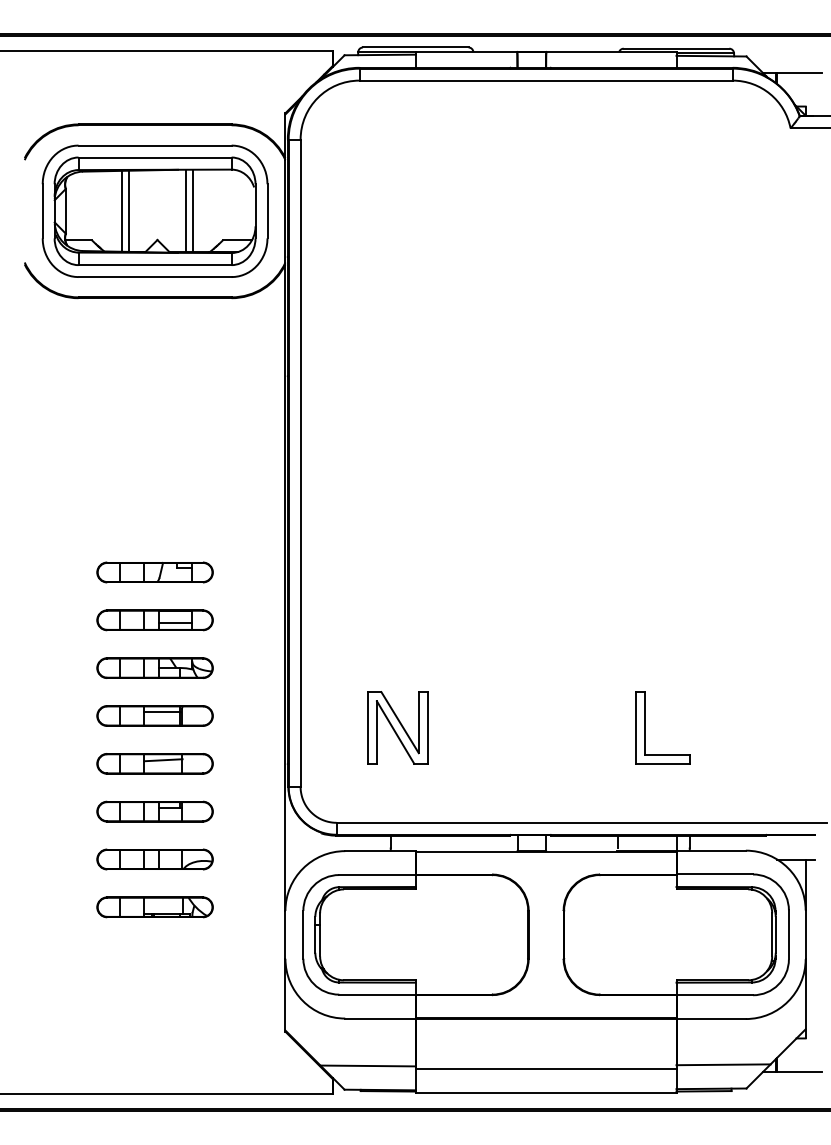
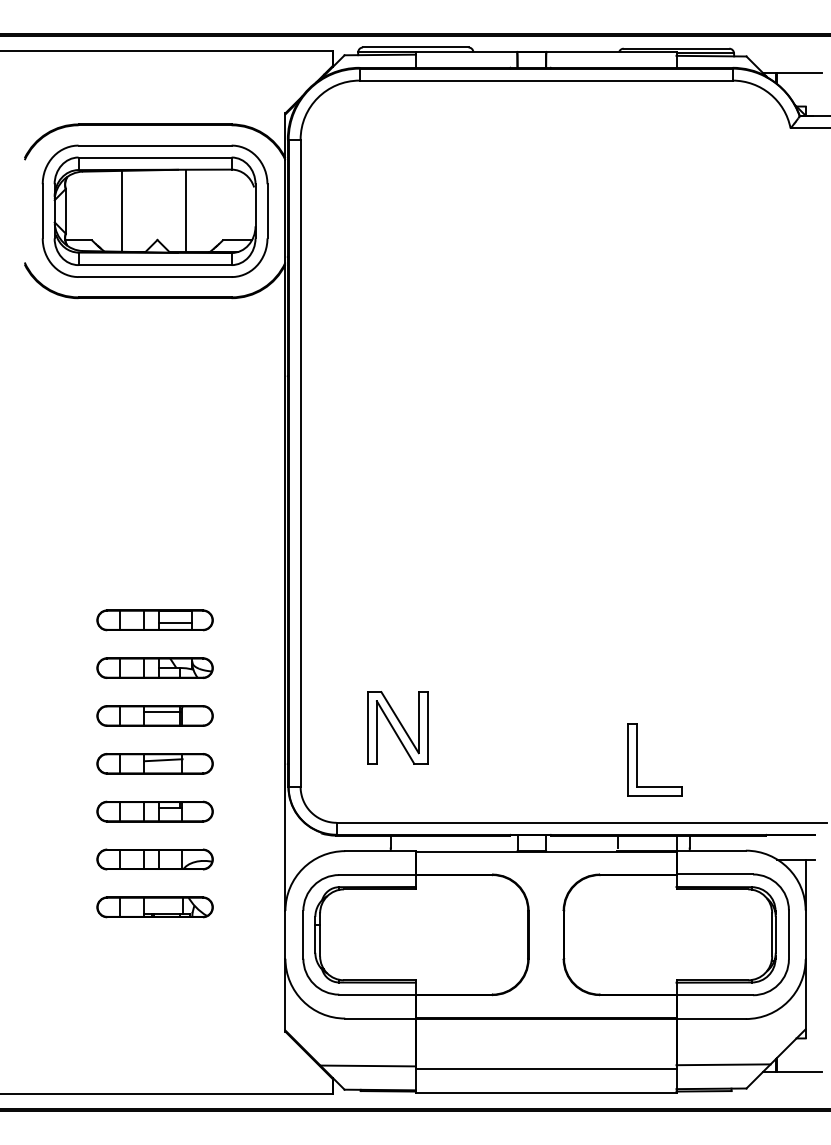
line at (128, 210): present -> none
line at (193, 210): present -> none
part at (154, 572): present -> none
part at (645, 727) position: (645, 727) -> (637, 759)
